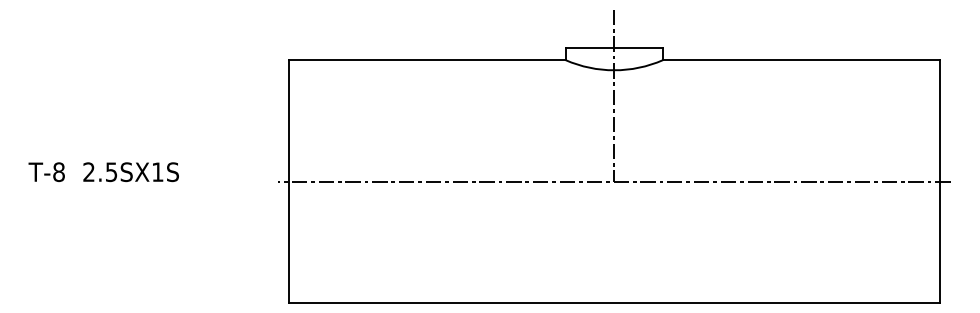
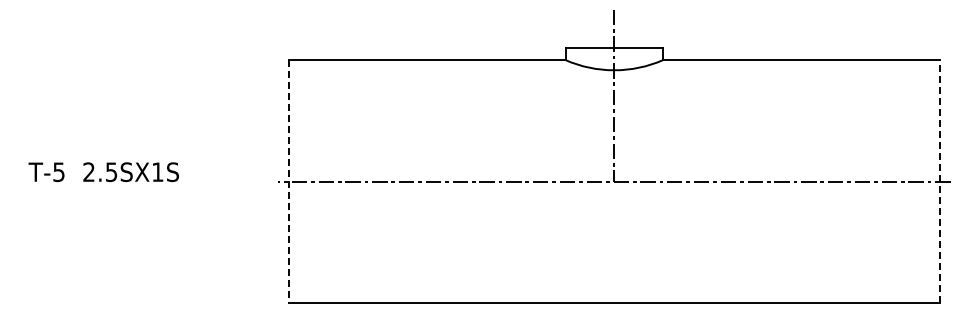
text at (58, 172): T-8 -> T-5
line at (288, 181): solid -> dashed
line at (939, 181): solid -> dashed
